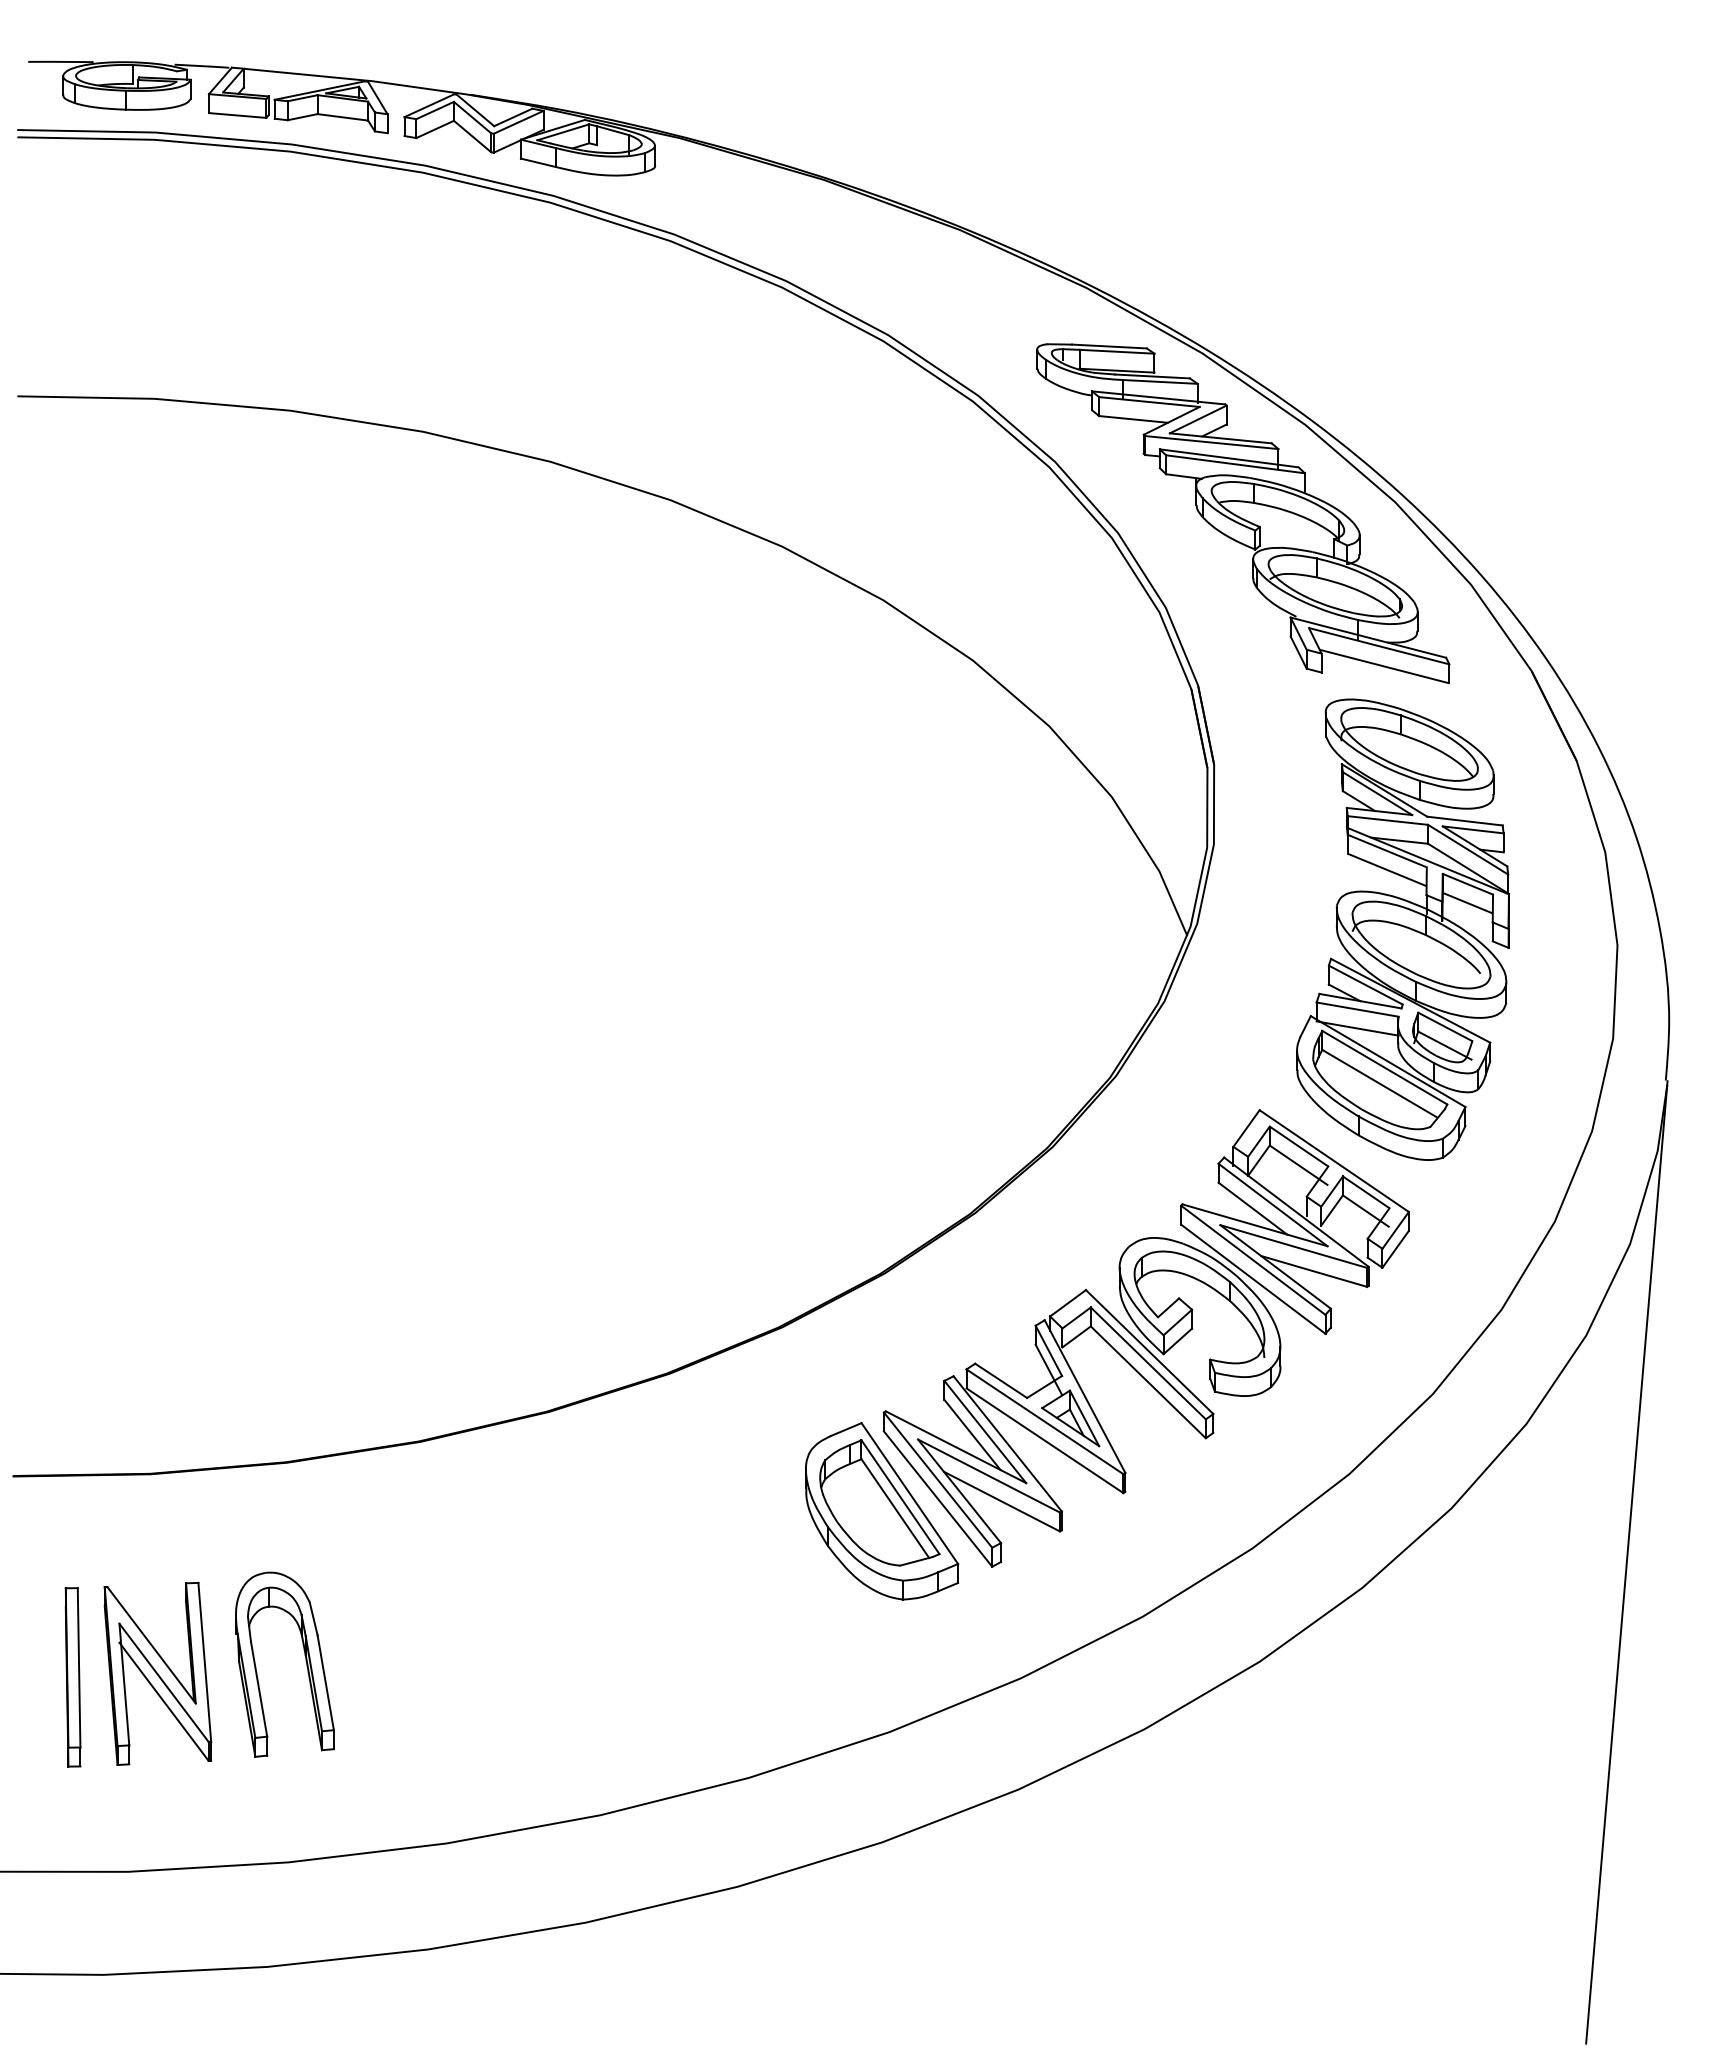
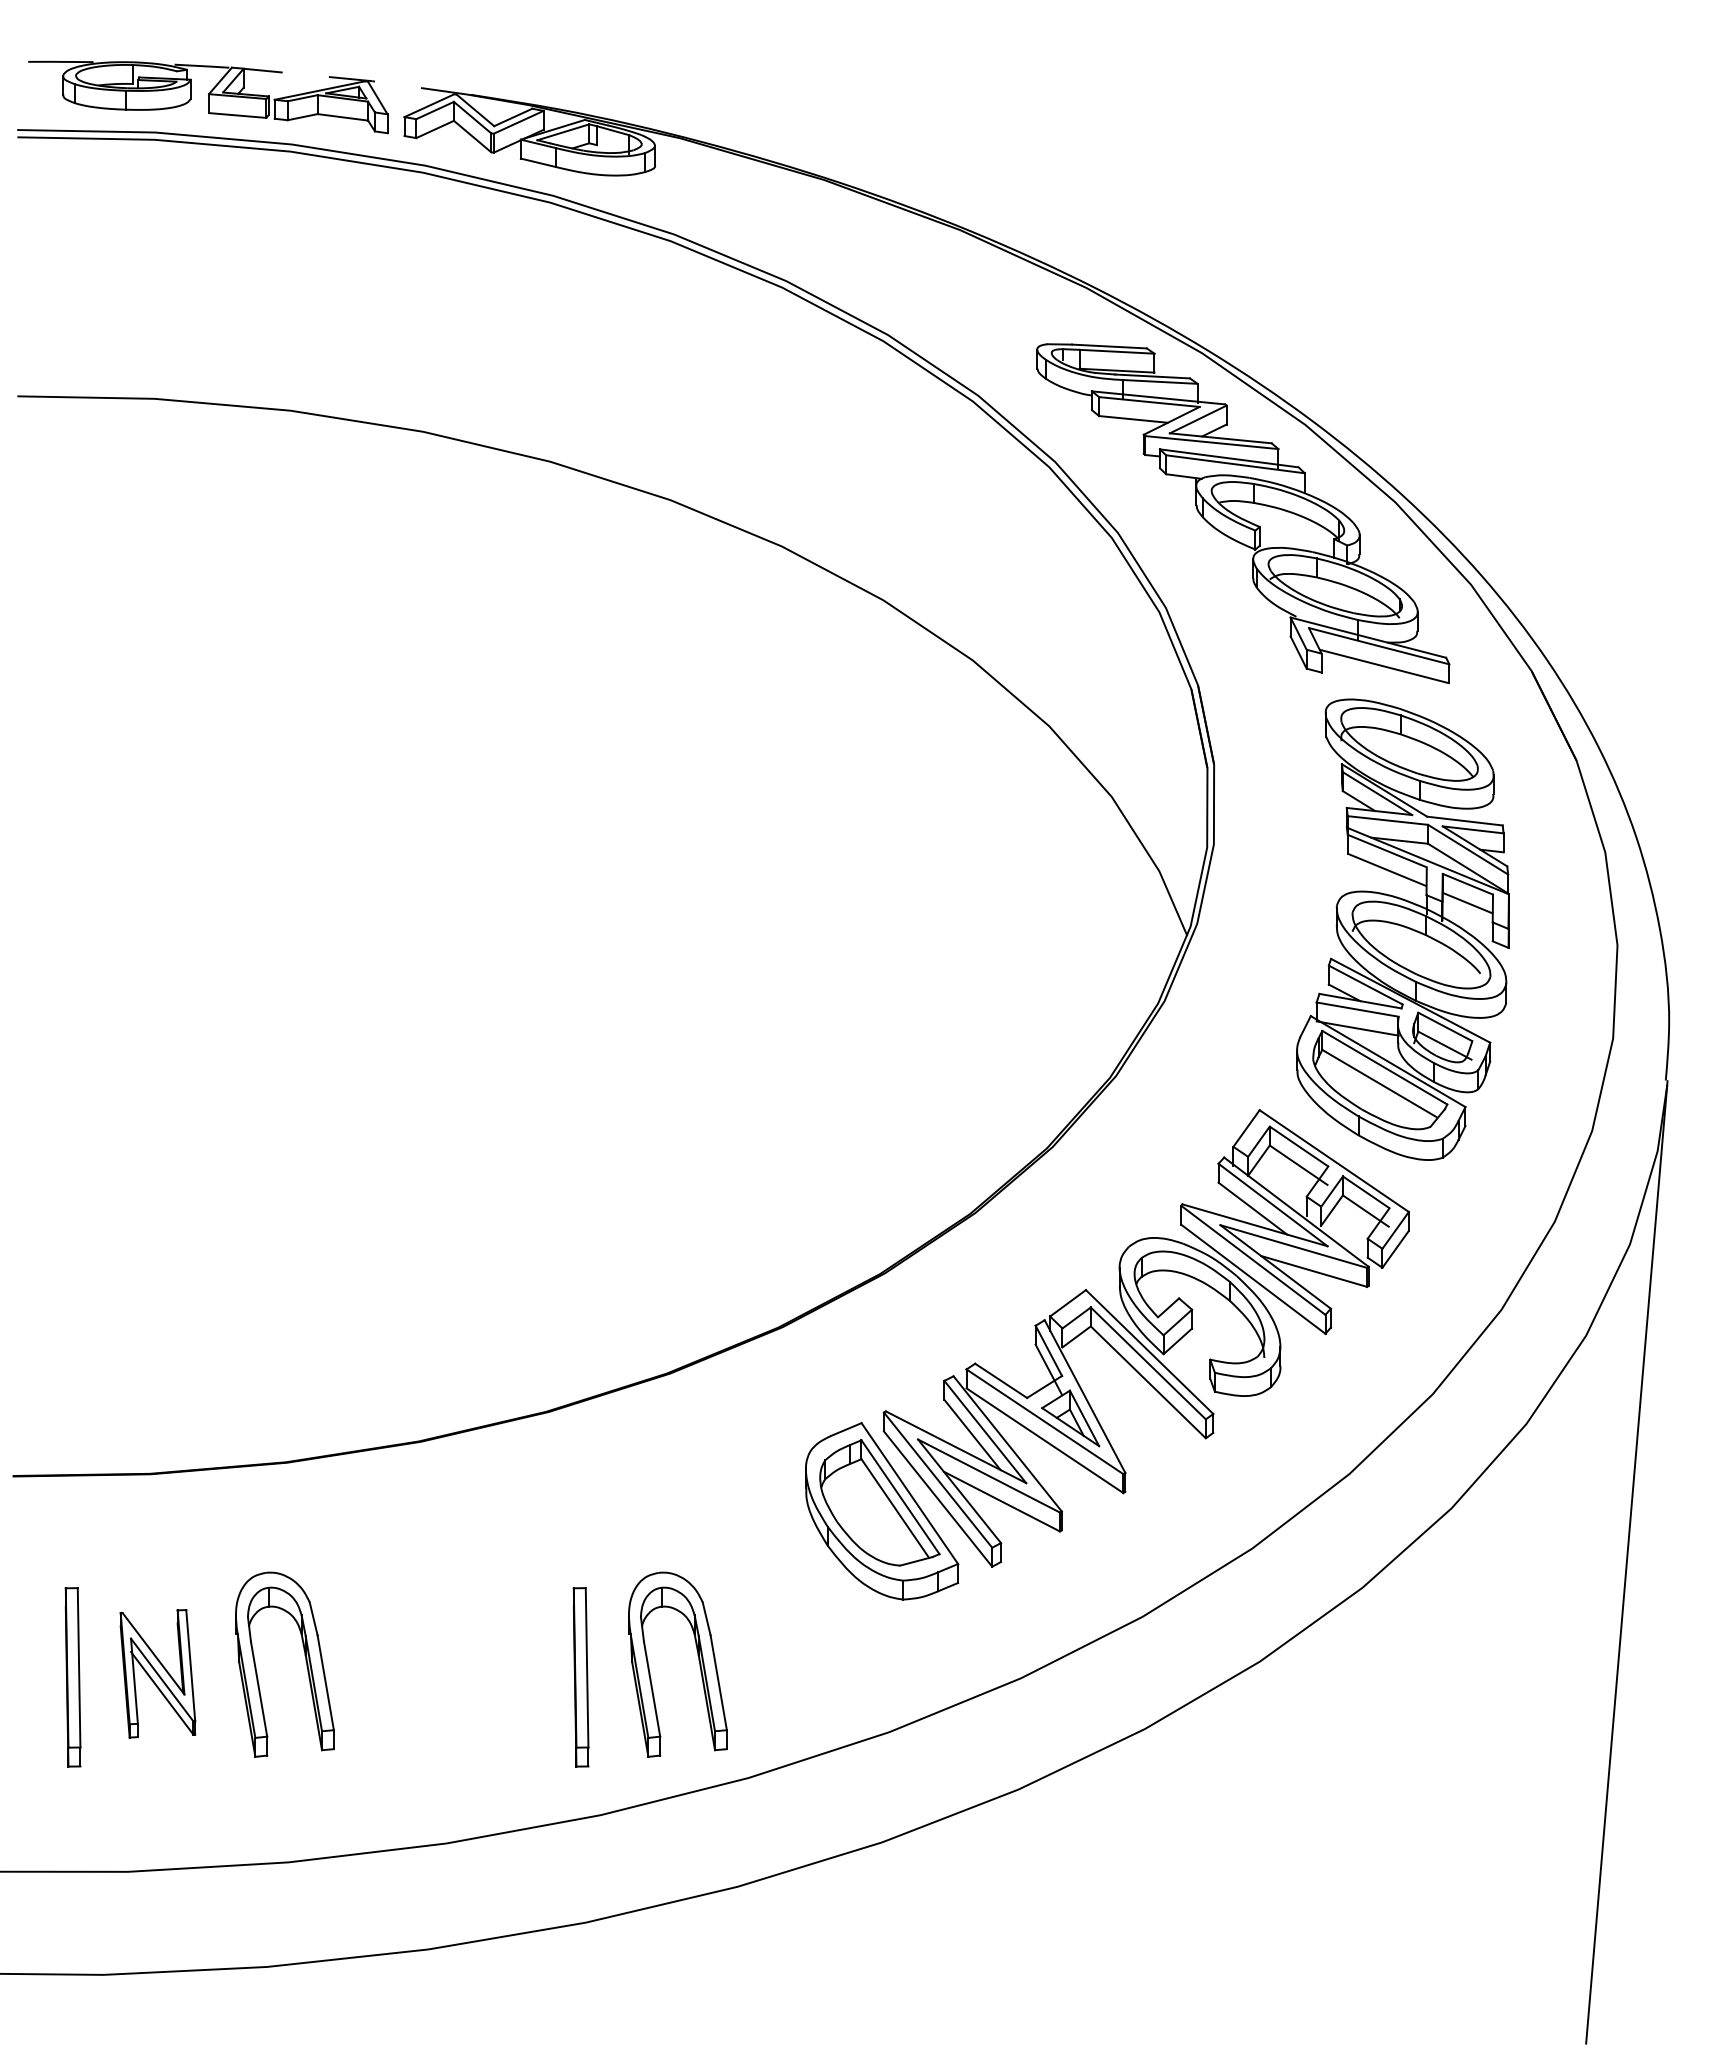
line at (355, 79): solid -> dashed
part at (698, 1661): none -> present
part at (157, 1673) size: 110x185 px -> 78x130 px
part at (580, 1677): none -> present
